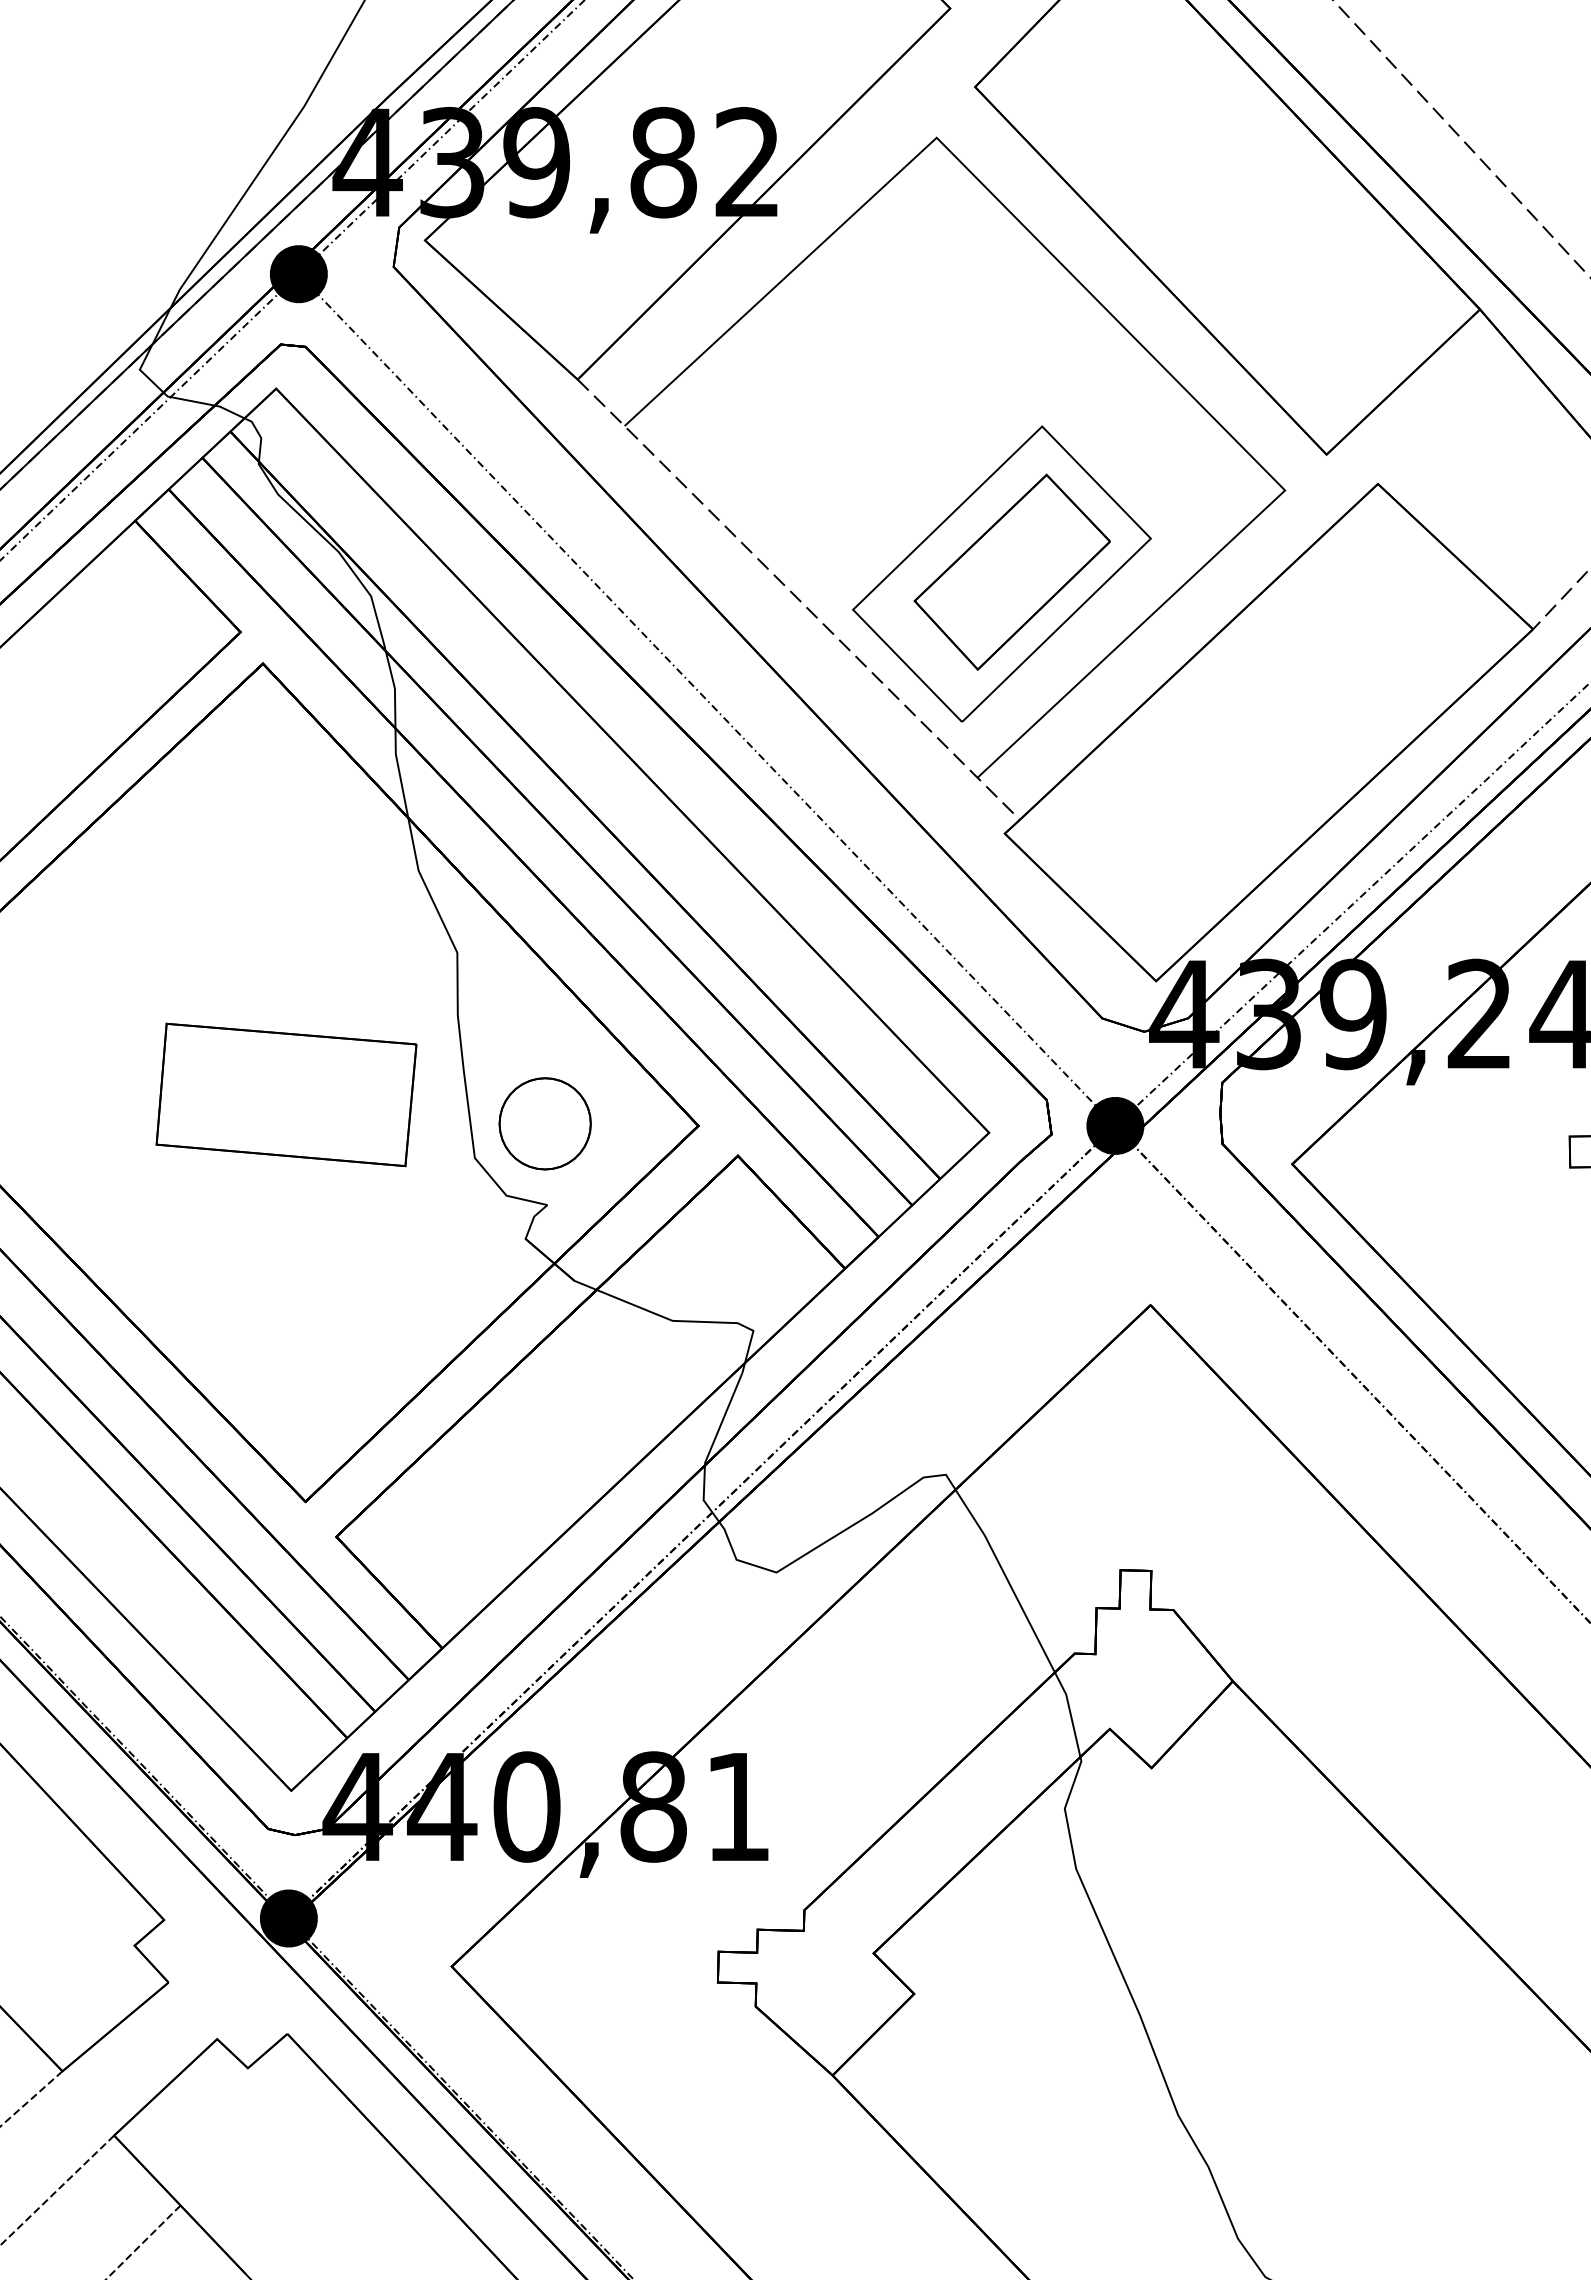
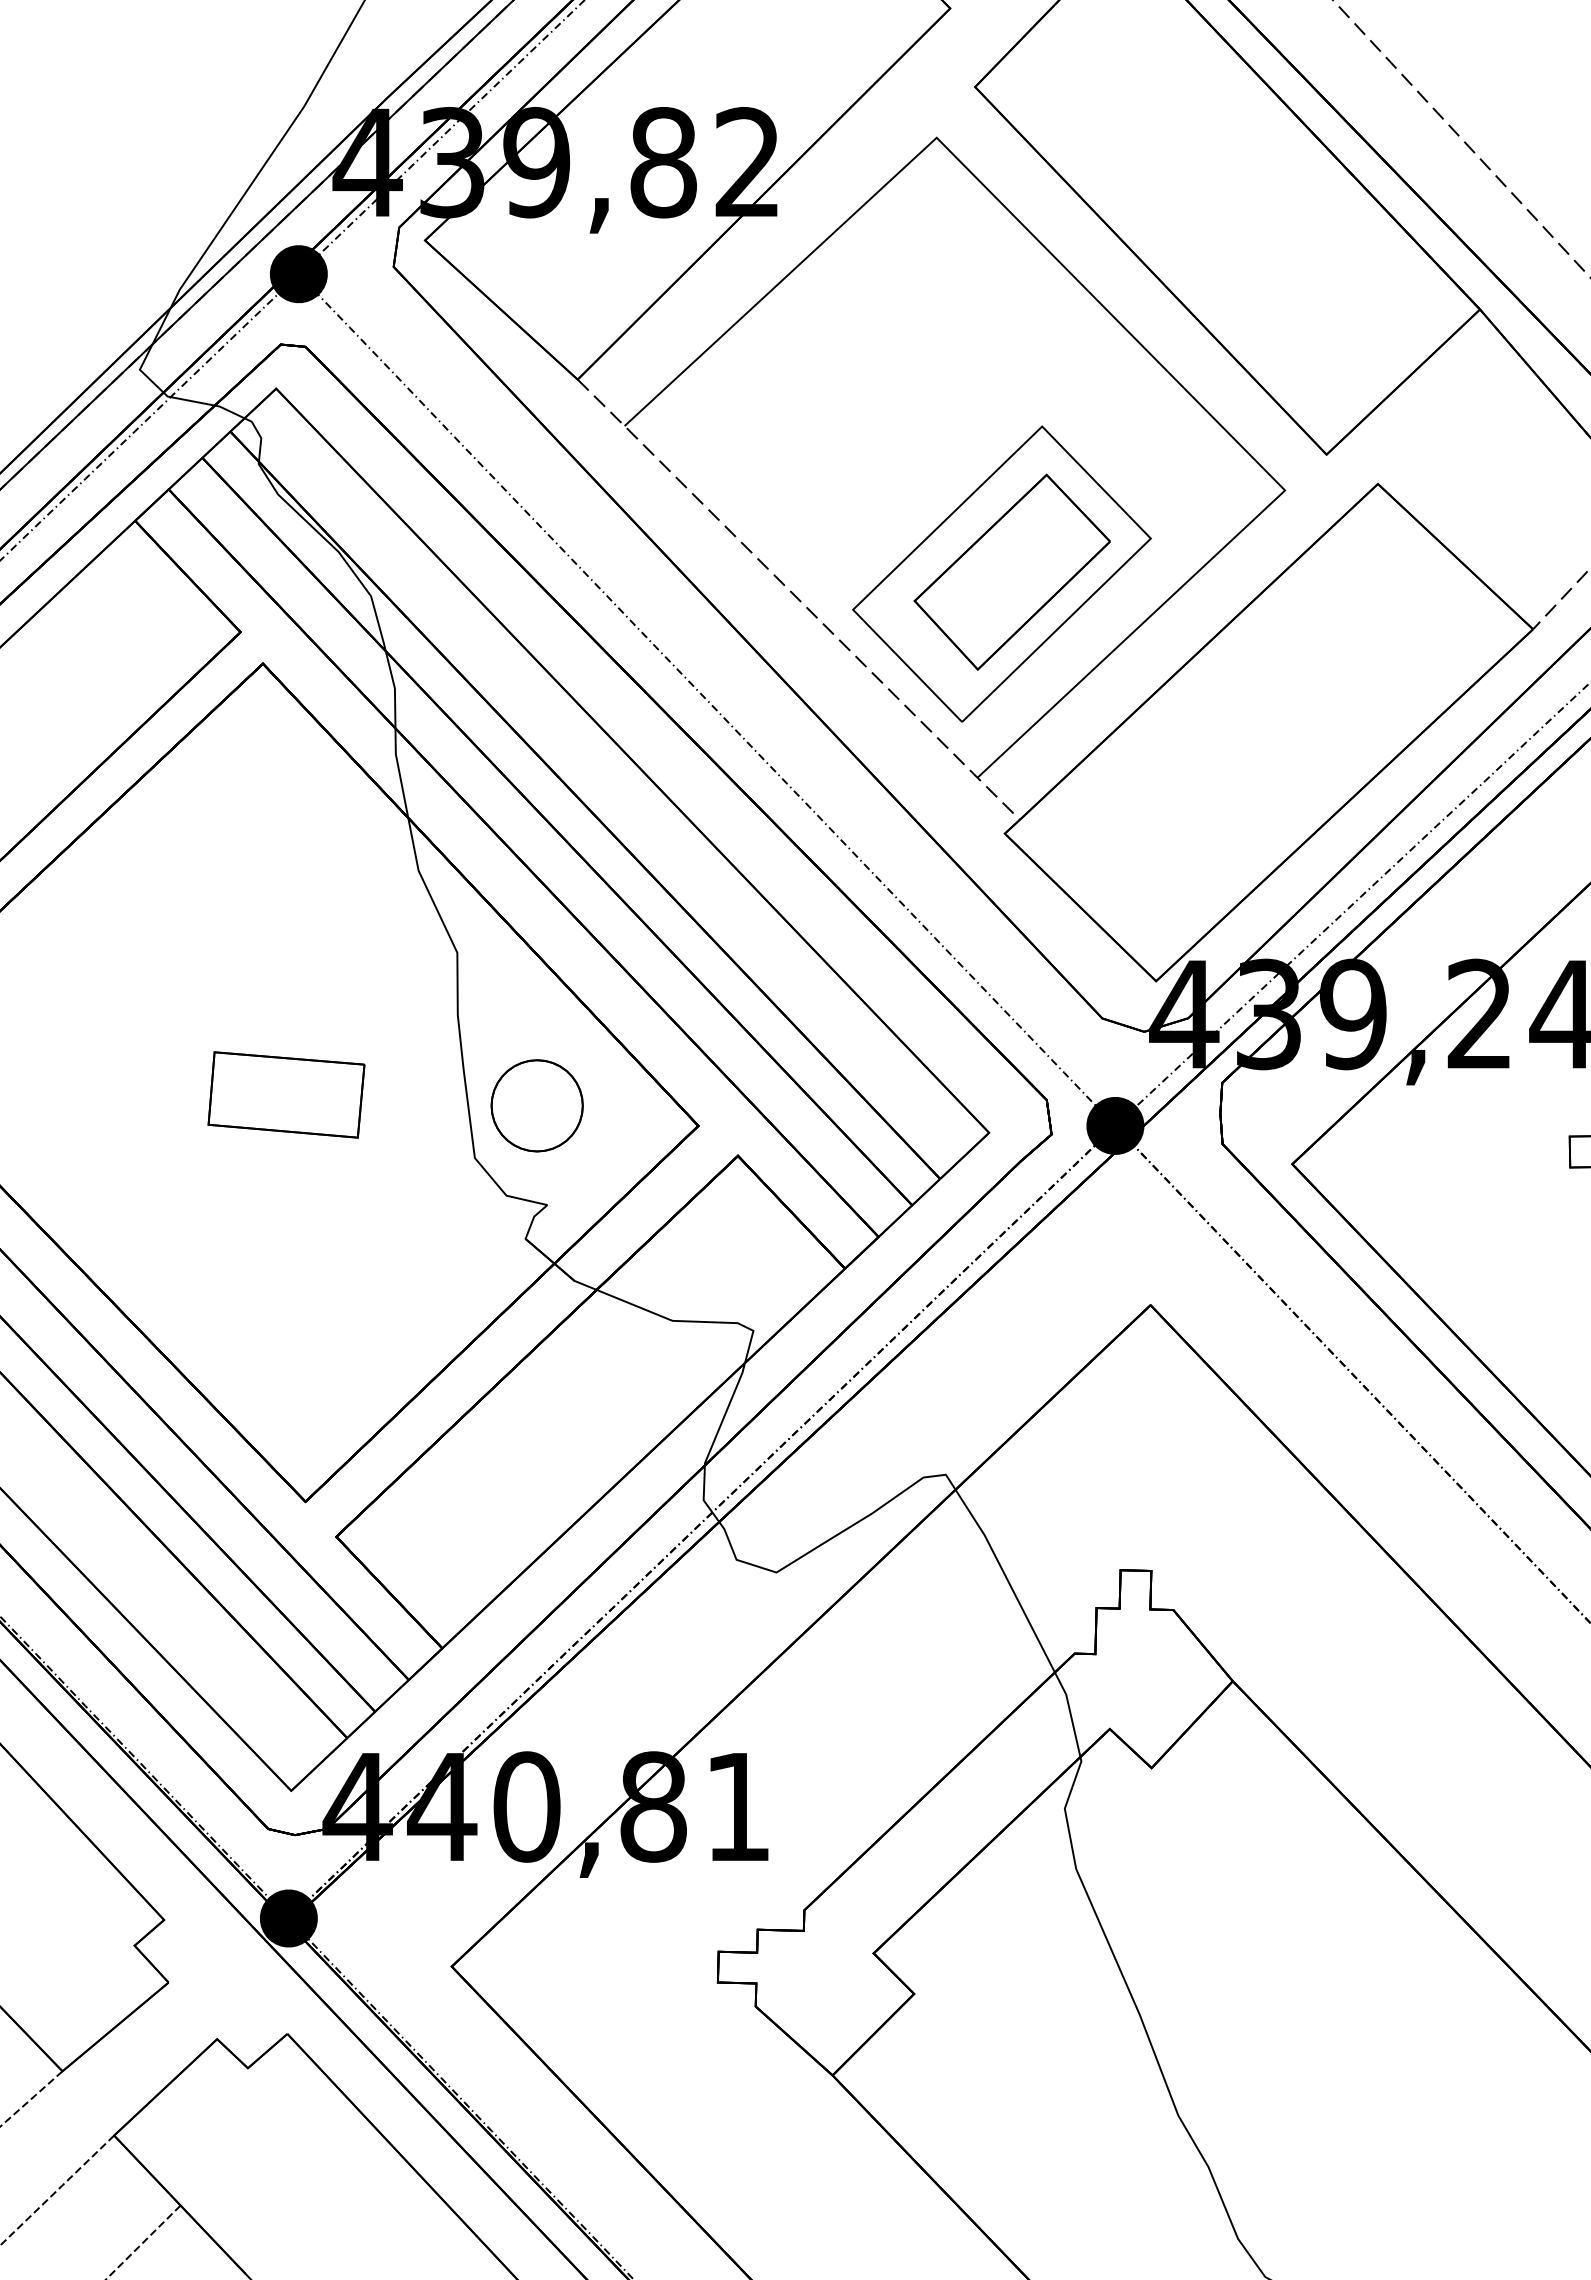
part at (286, 1094) size: 263x146 px -> 159x88 px
part at (544, 1123) position: (544, 1123) -> (536, 1105)
